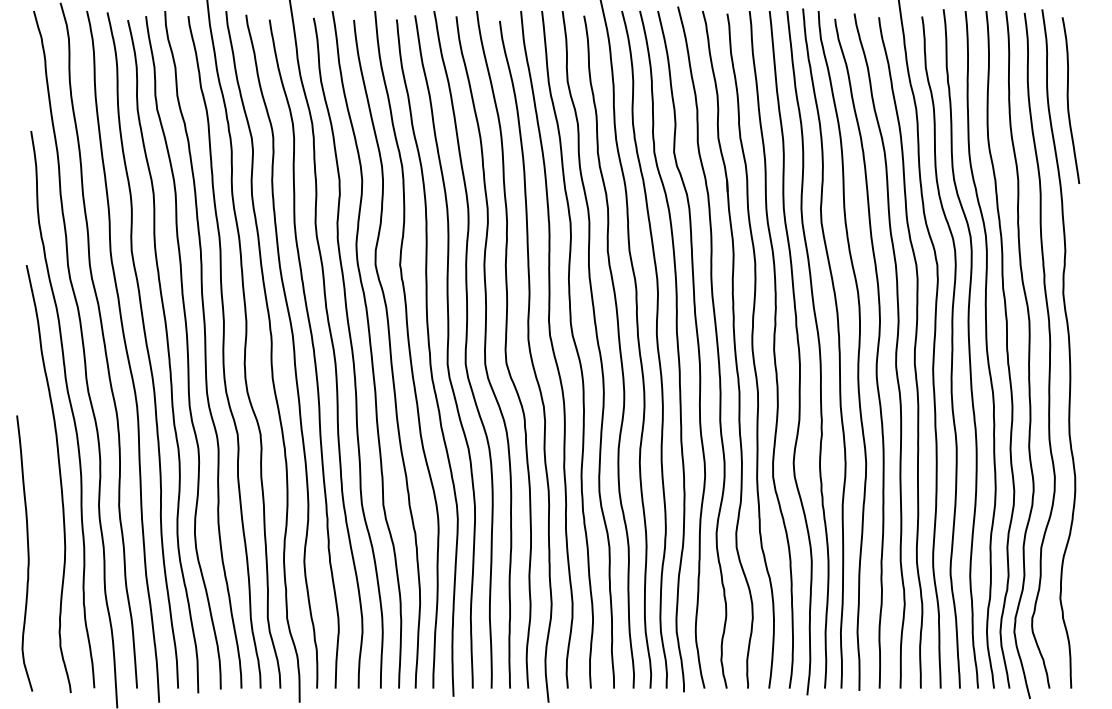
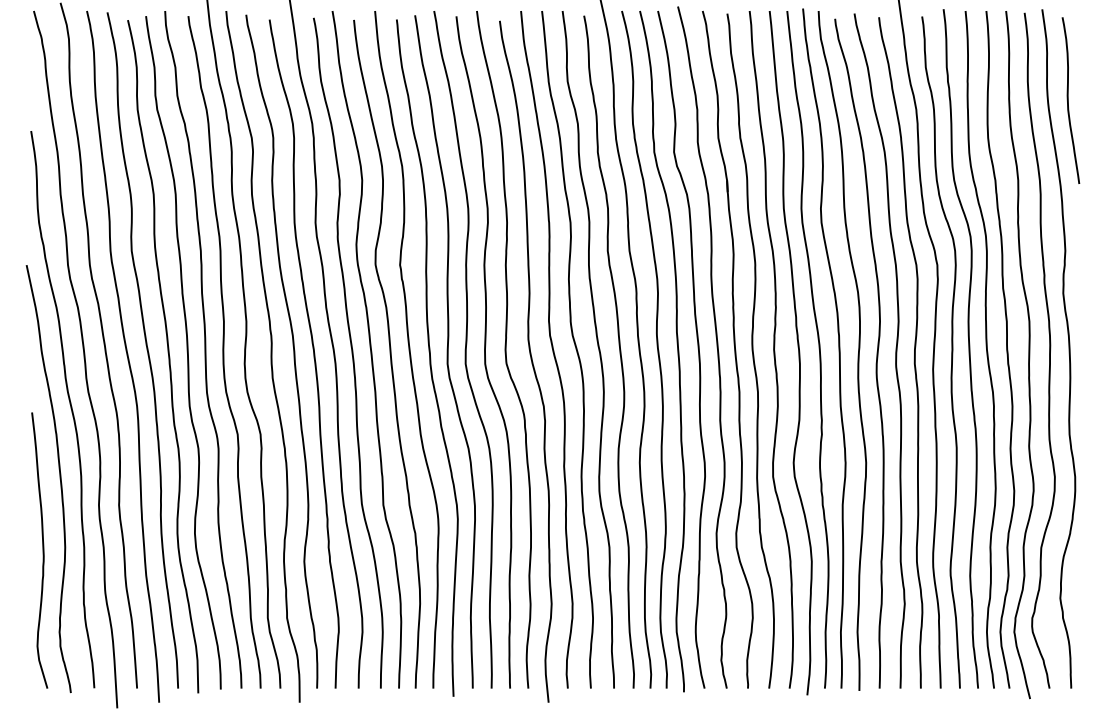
curve at (27, 553) position: (27, 553) -> (42, 550)
